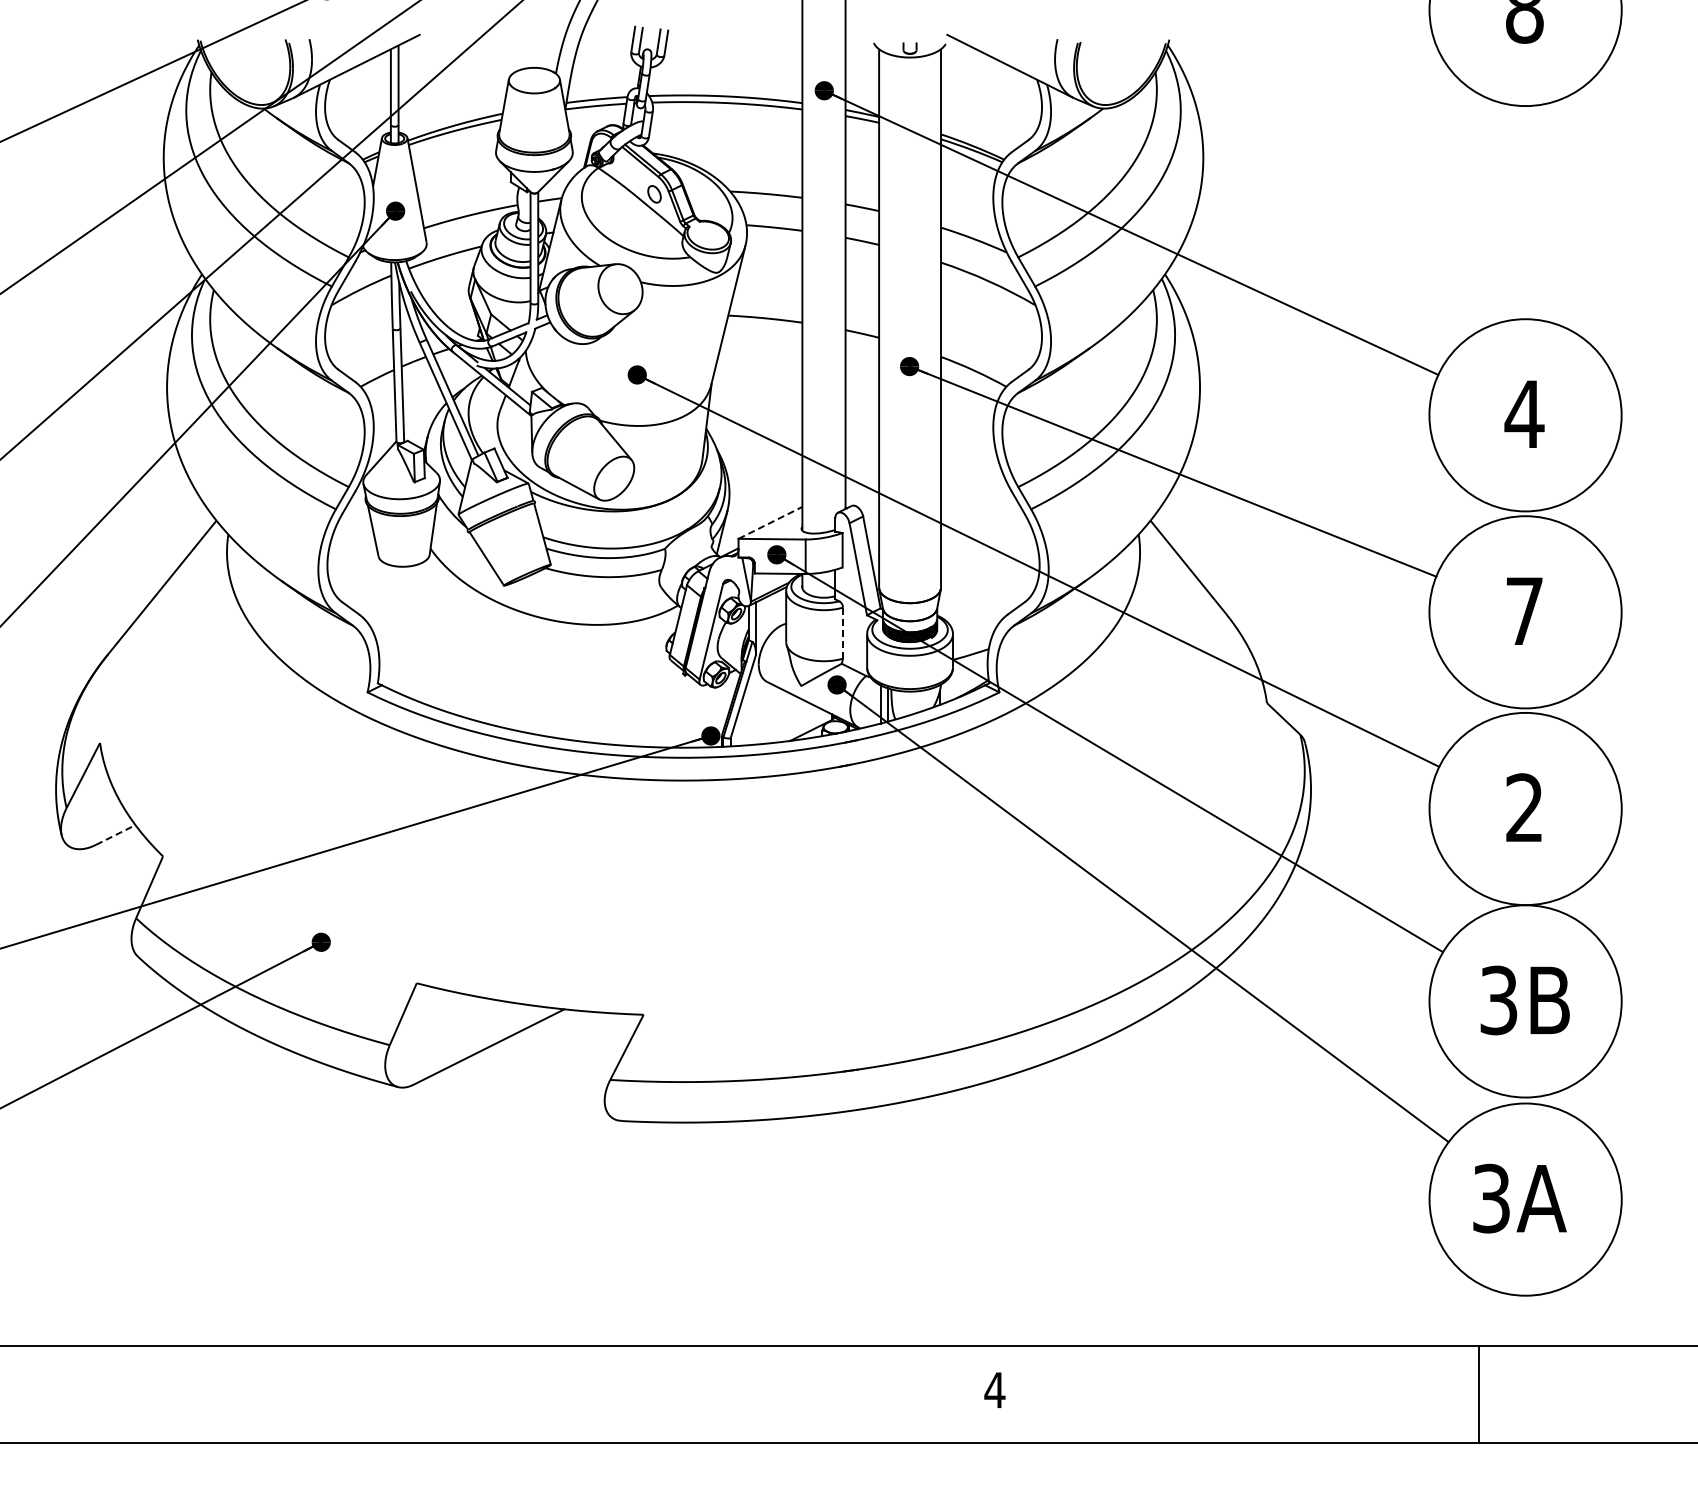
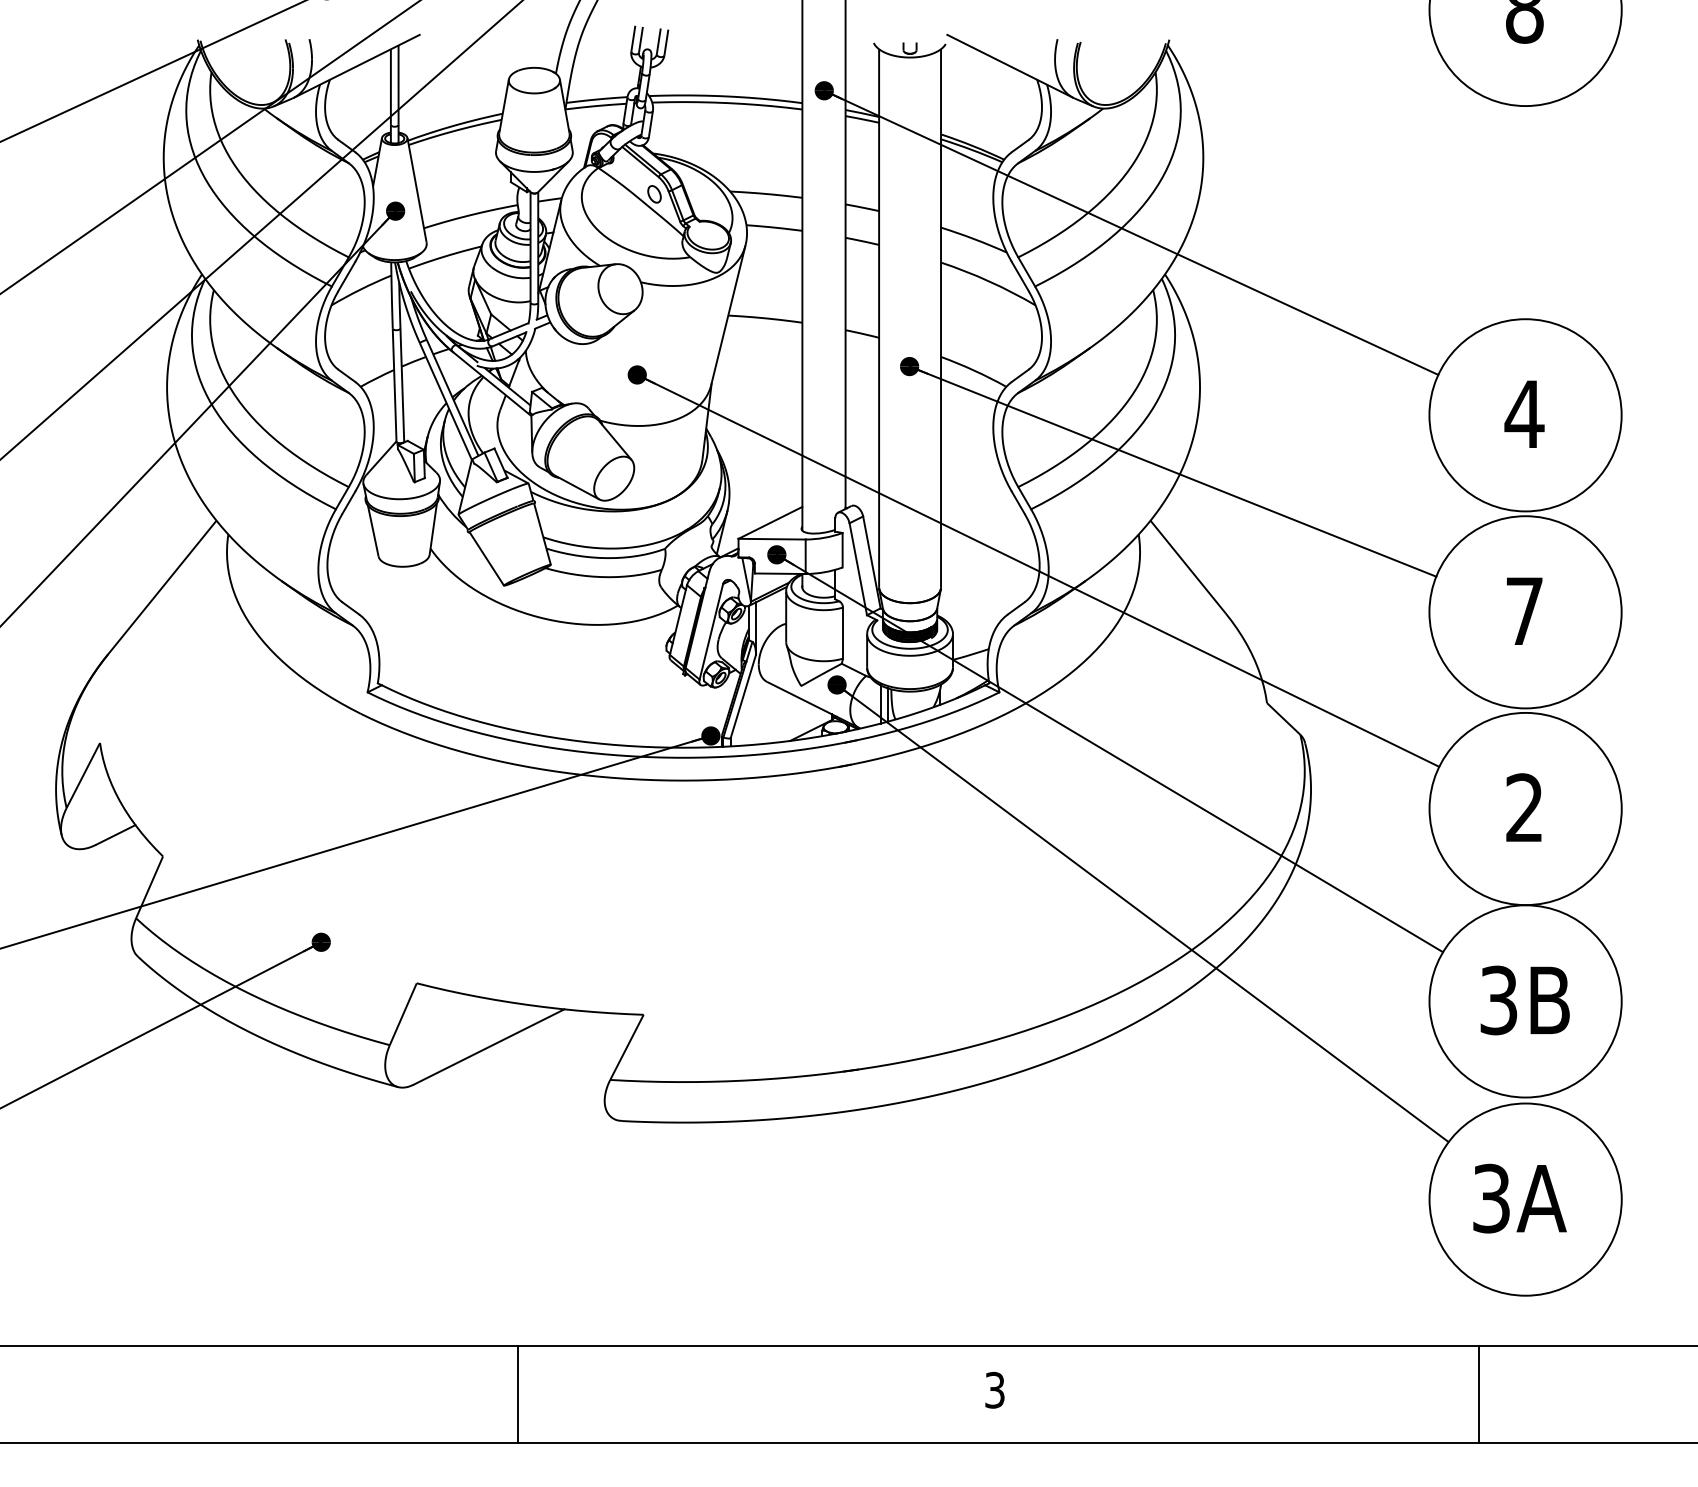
line at (770, 522): dashed -> solid
line at (843, 633): dashed -> solid
line at (115, 834): dashed -> solid
text at (994, 1389): 4 -> 3
line at (517, 1394): none -> present
